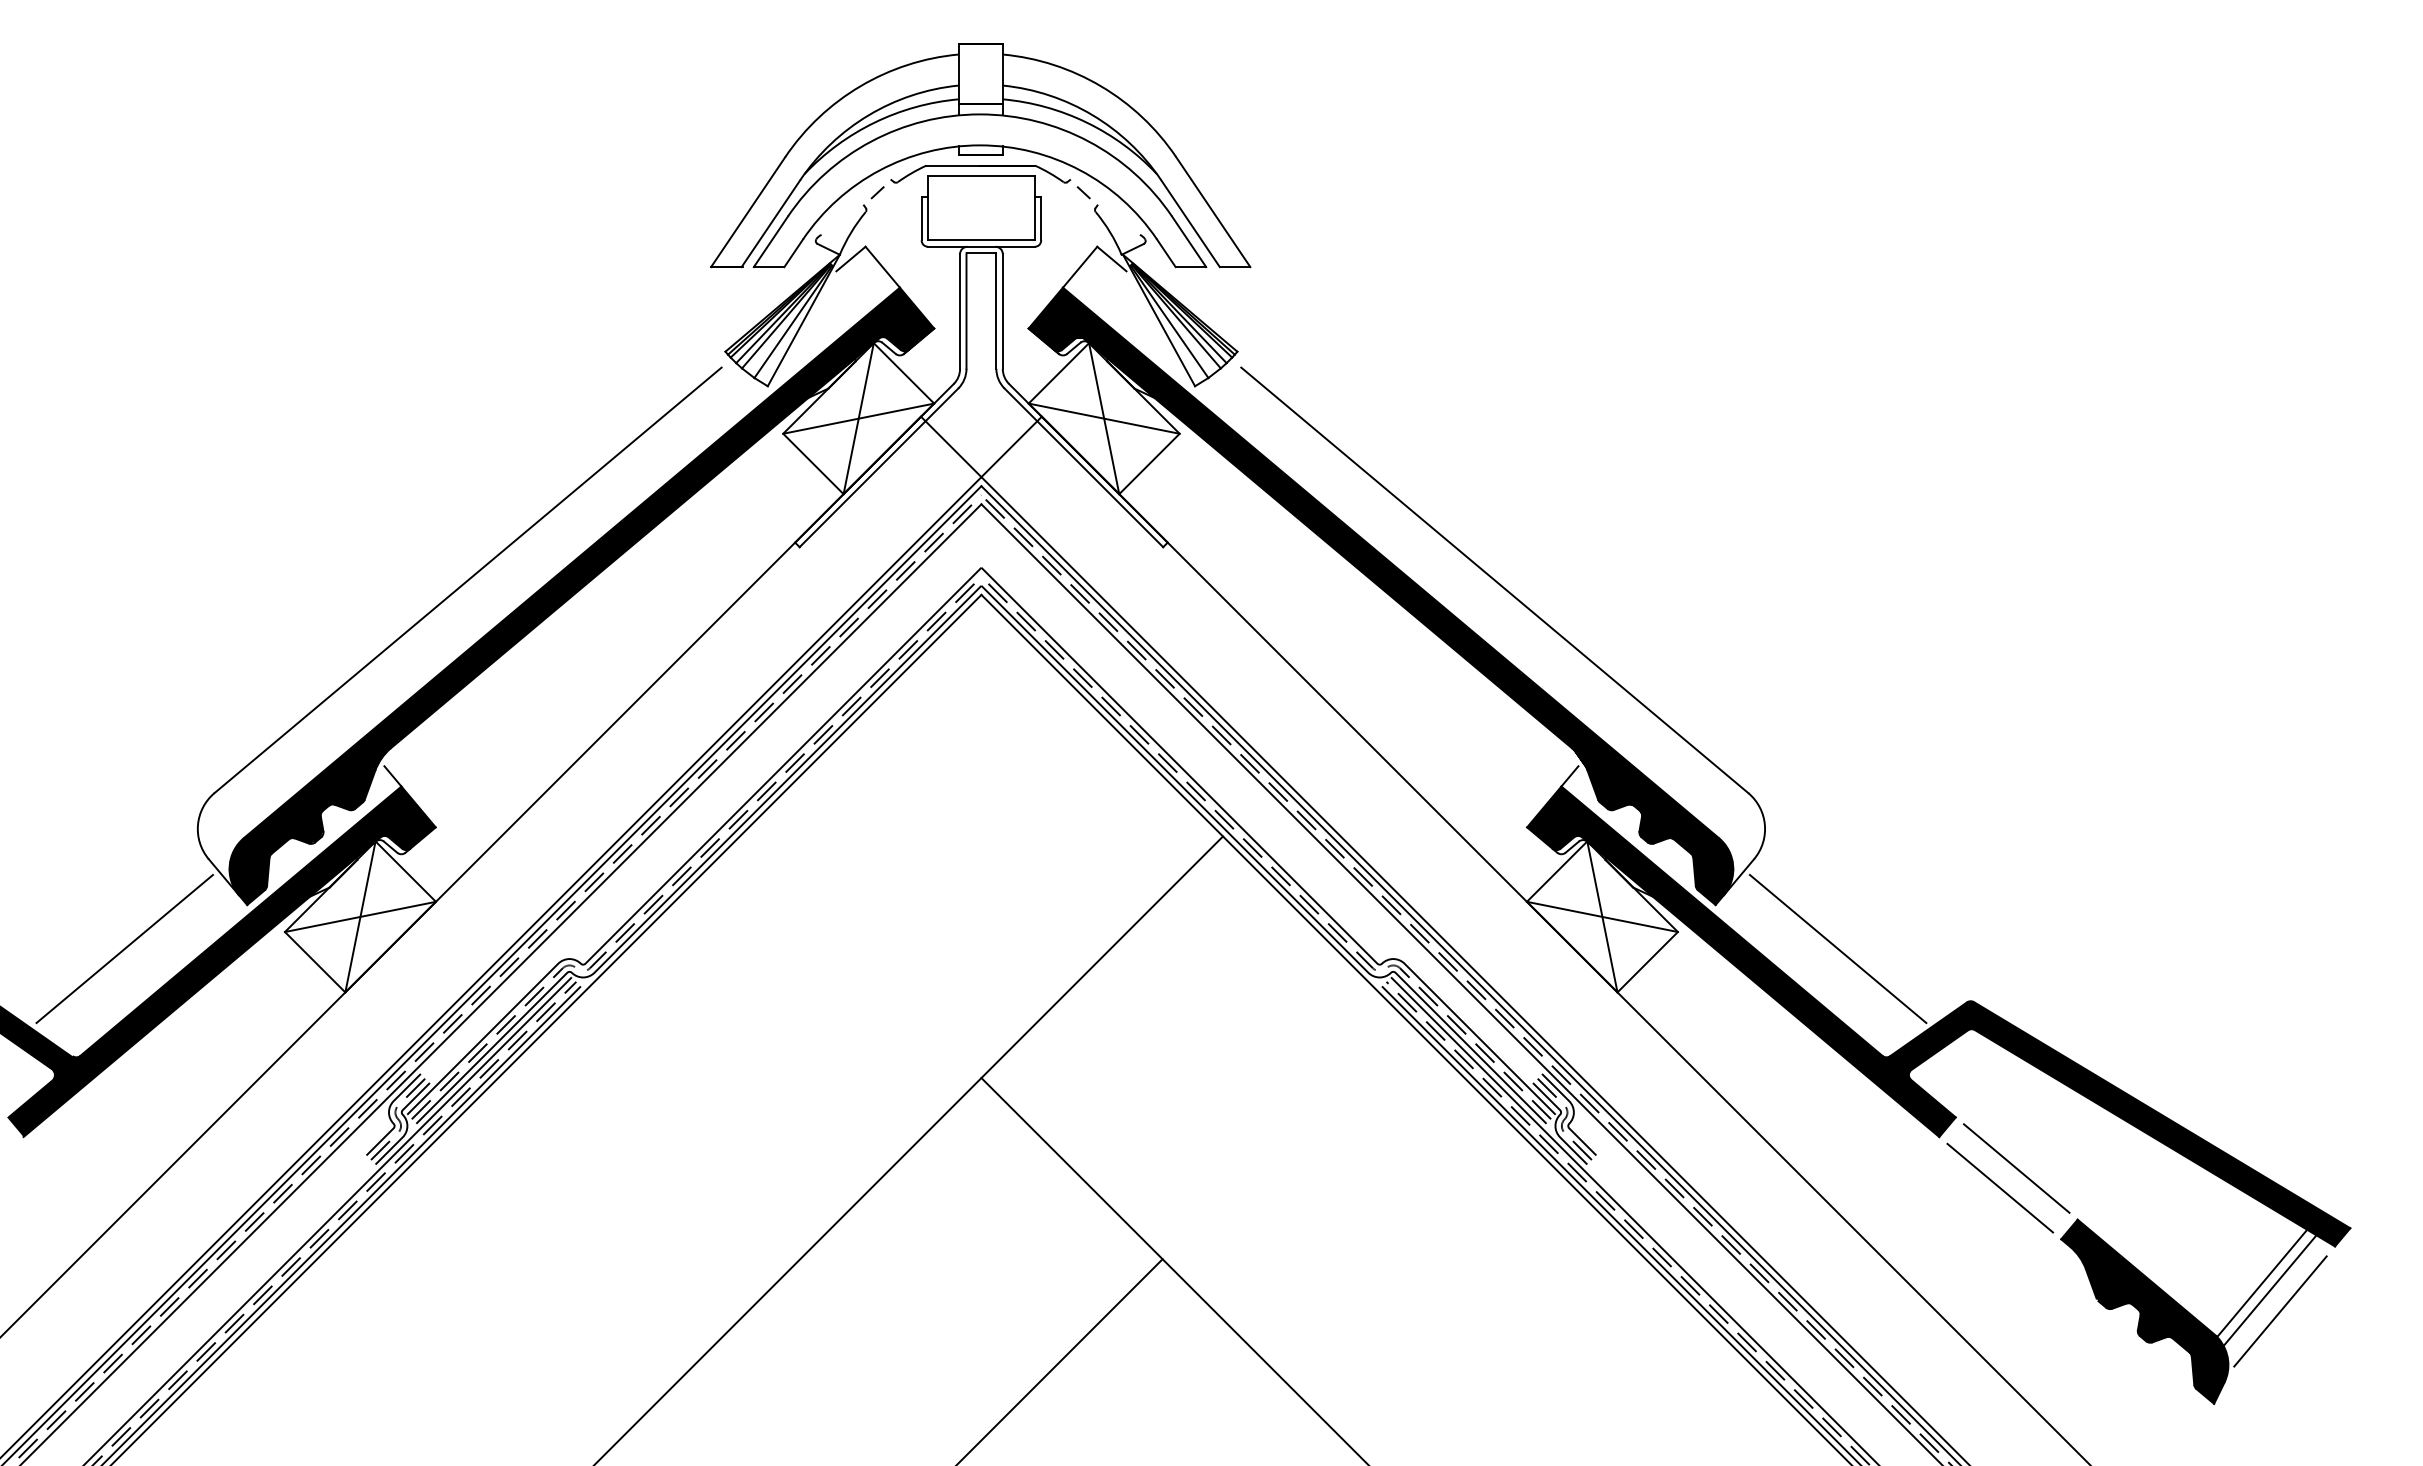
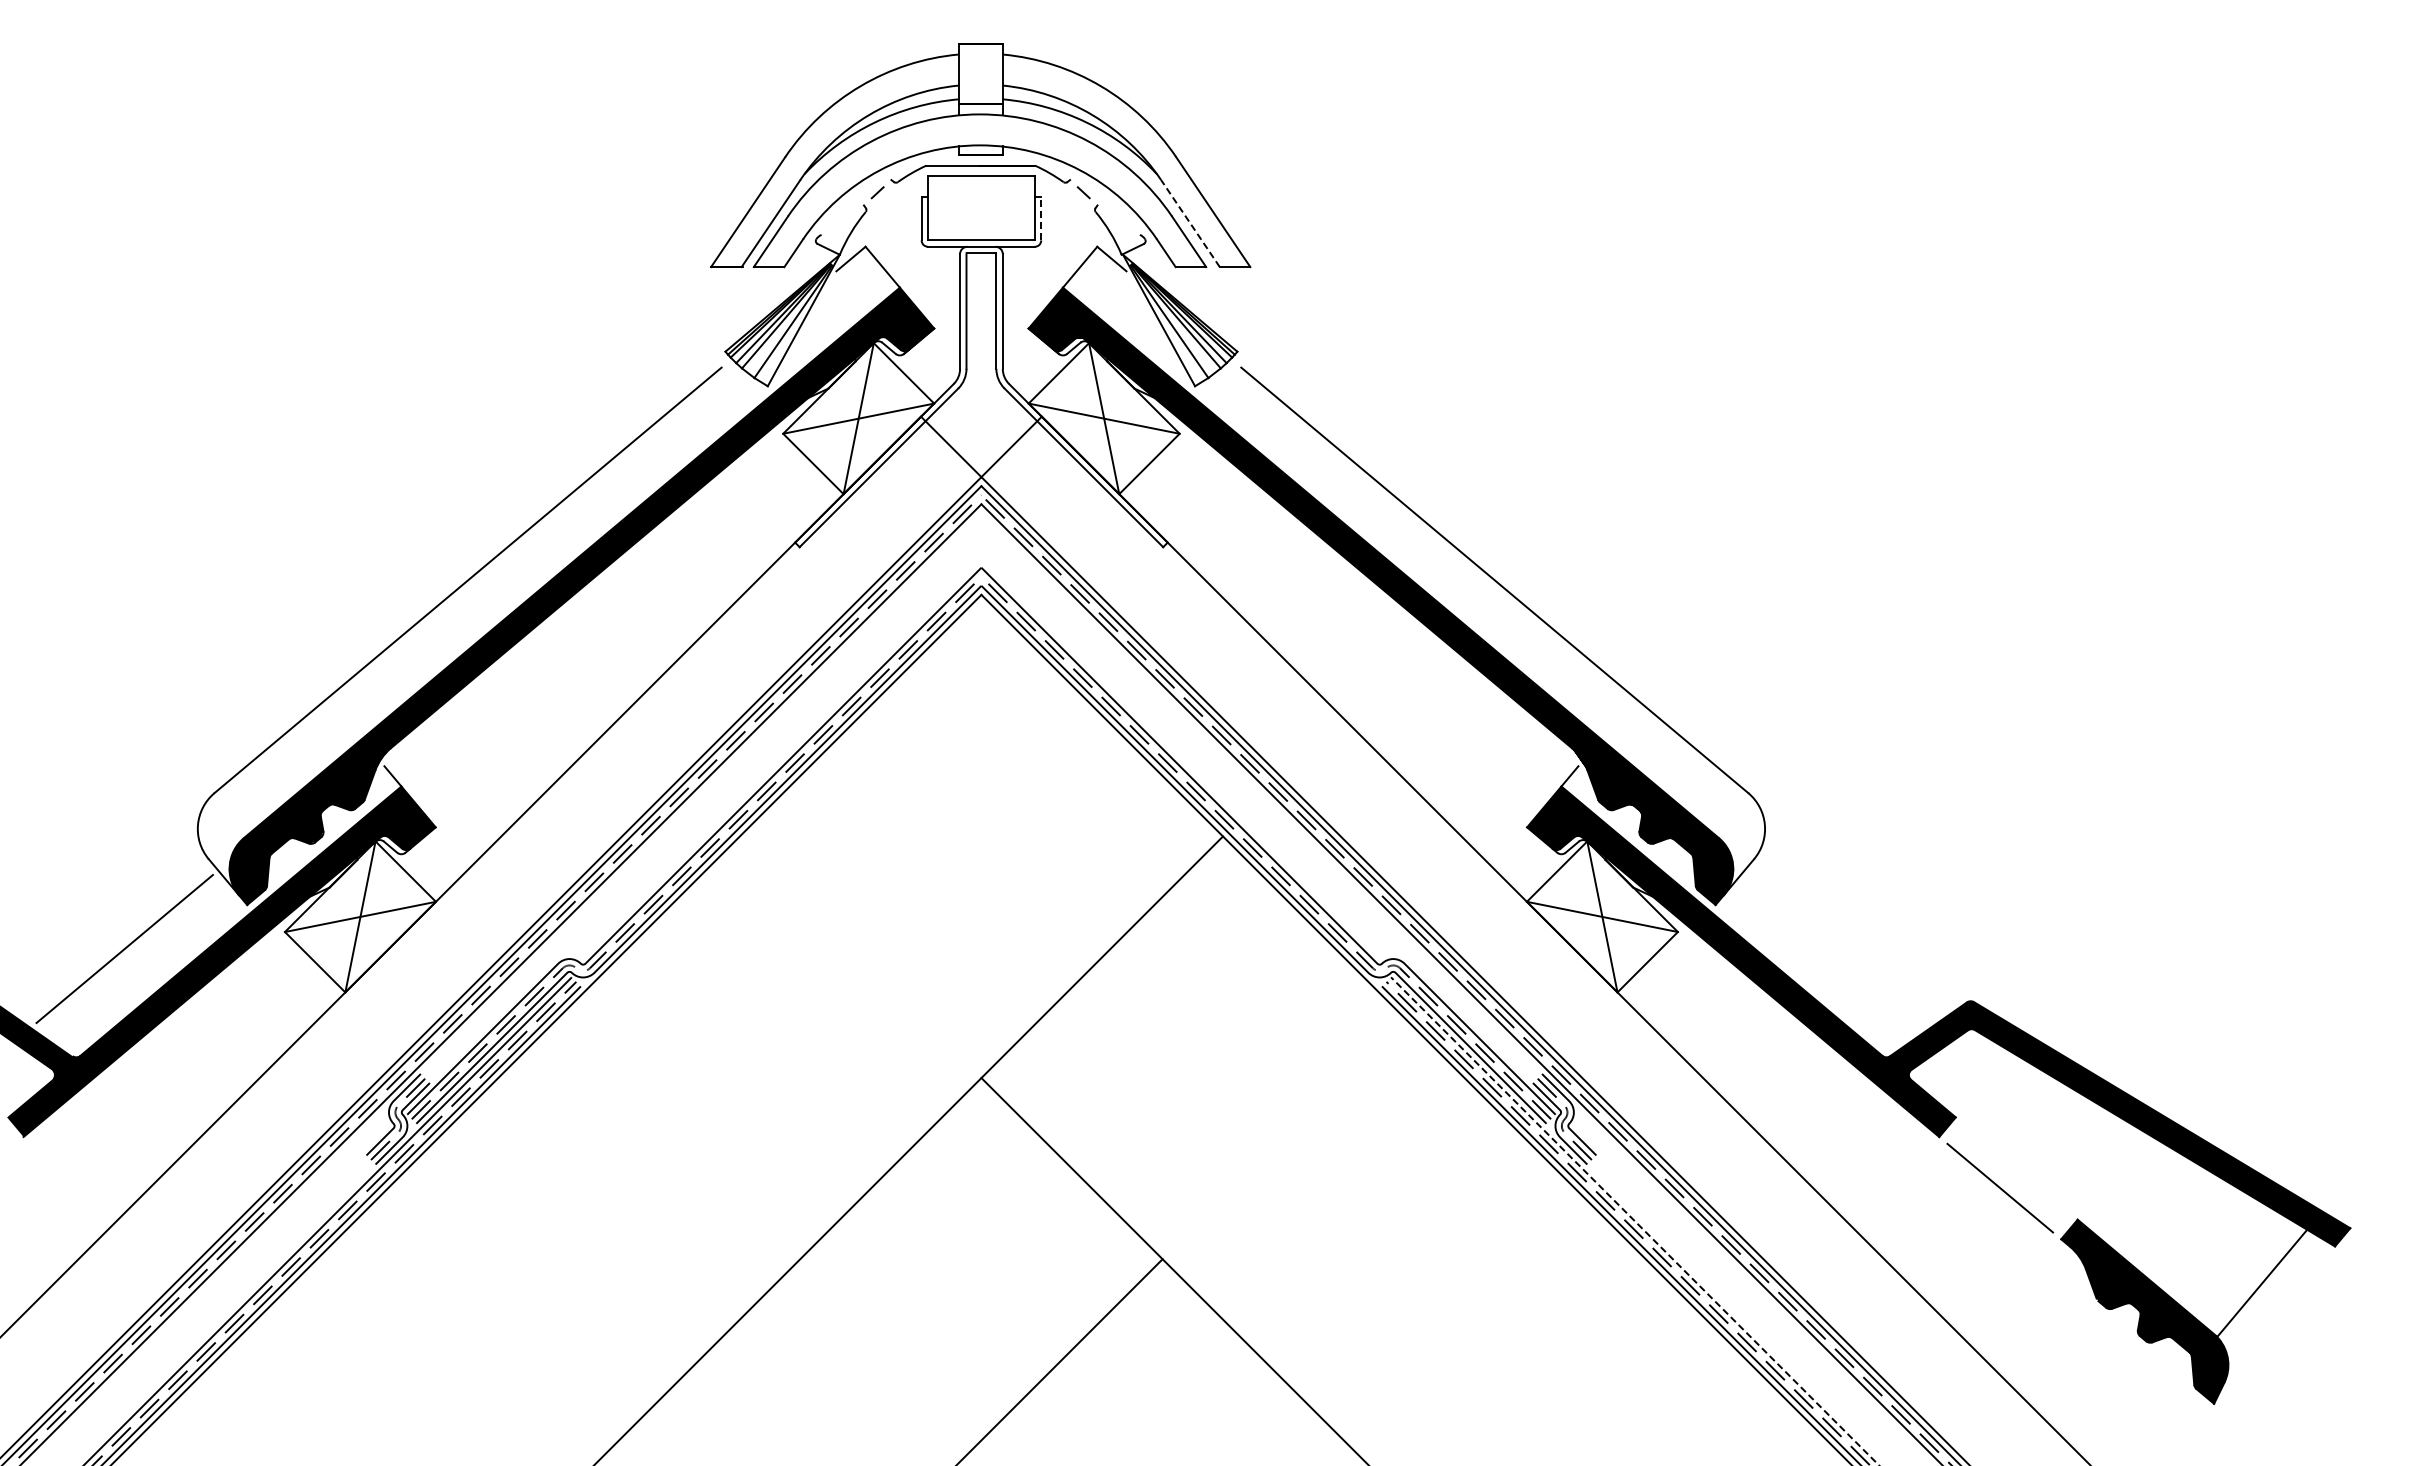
line at (1041, 218): solid -> dashed
line at (1190, 223): solid -> dashed
line at (1837, 948): present -> none
line at (2016, 1168): present -> none
line at (1634, 1221): solid -> dashed
line at (2270, 1289): present -> none
line at (2280, 1311): present -> none
